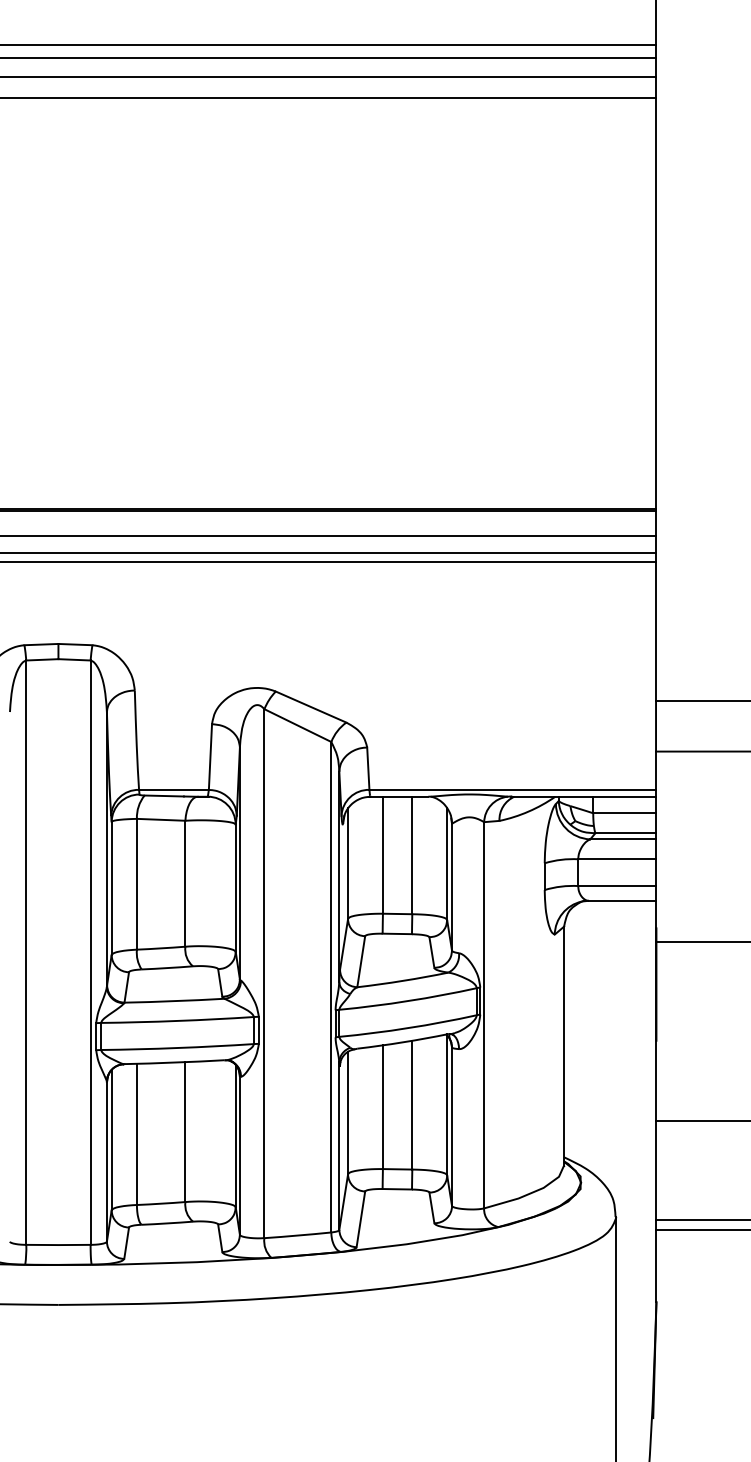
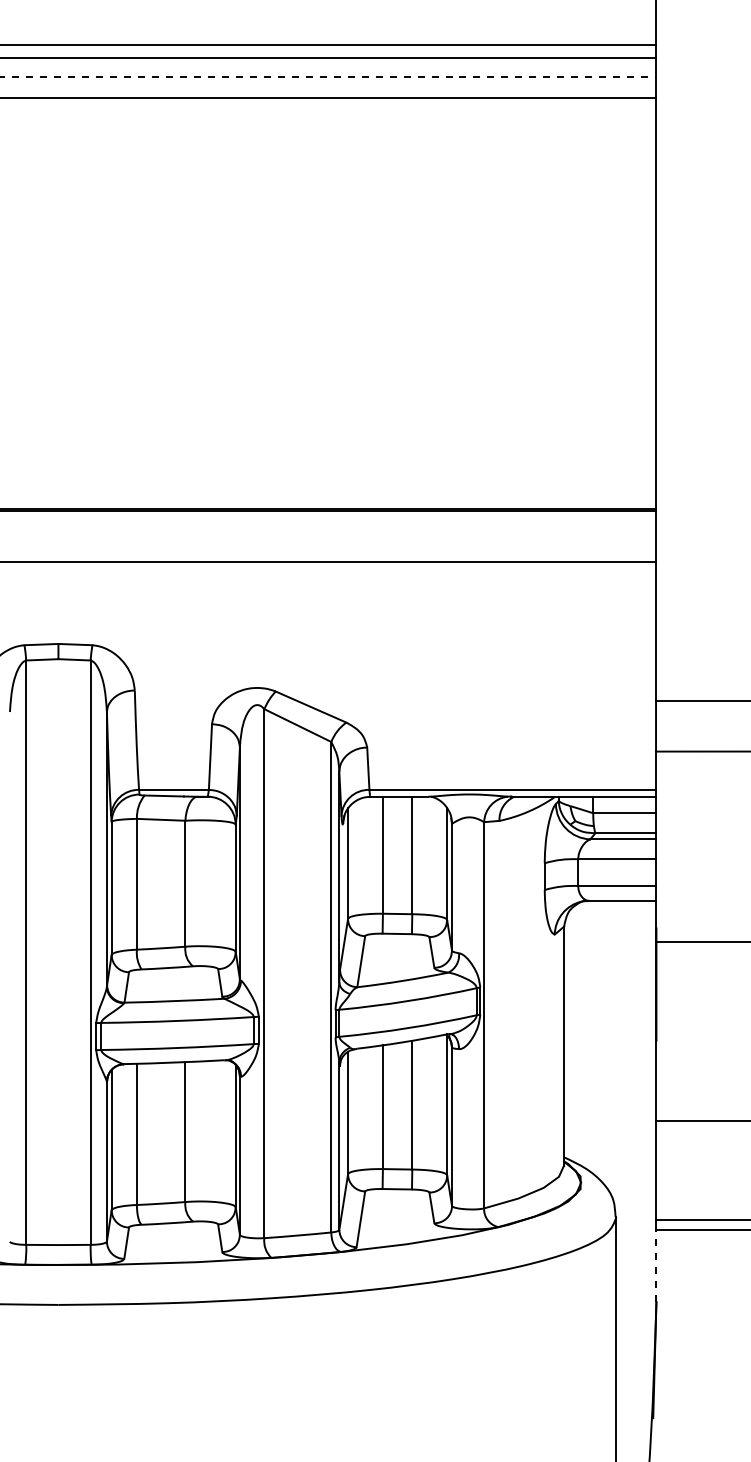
line at (328, 77): solid -> dashed
line at (329, 536): present -> none
line at (329, 552): present -> none
line at (656, 1266): solid -> dashed
